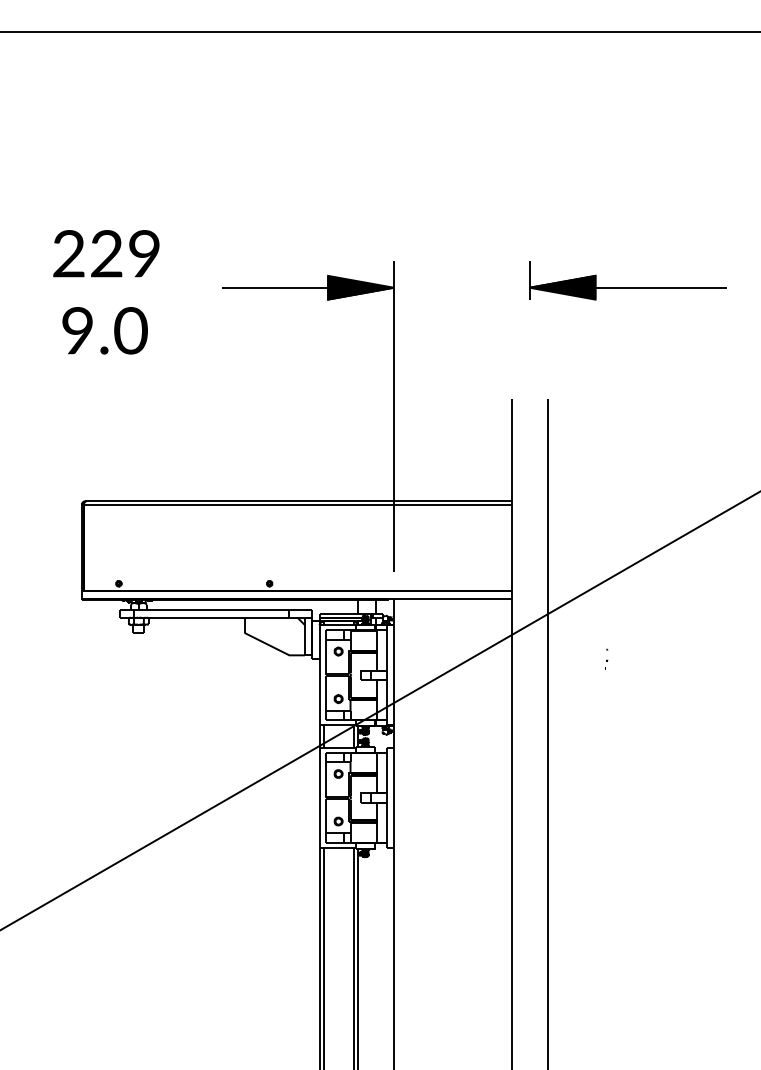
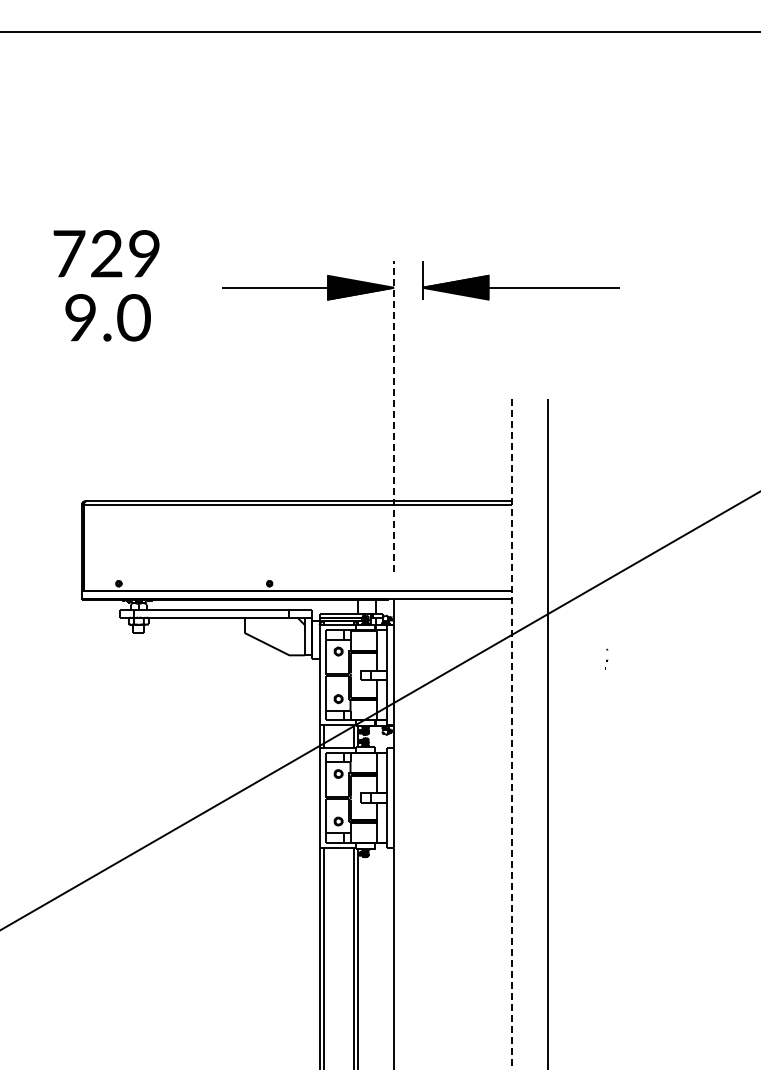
text at (69, 253): 229 -> 729
part at (627, 287) position: (627, 287) -> (520, 287)
text at (104, 330) position: (104, 330) -> (107, 317)
line at (394, 416): solid -> dashed
line at (511, 734): solid -> dashed
